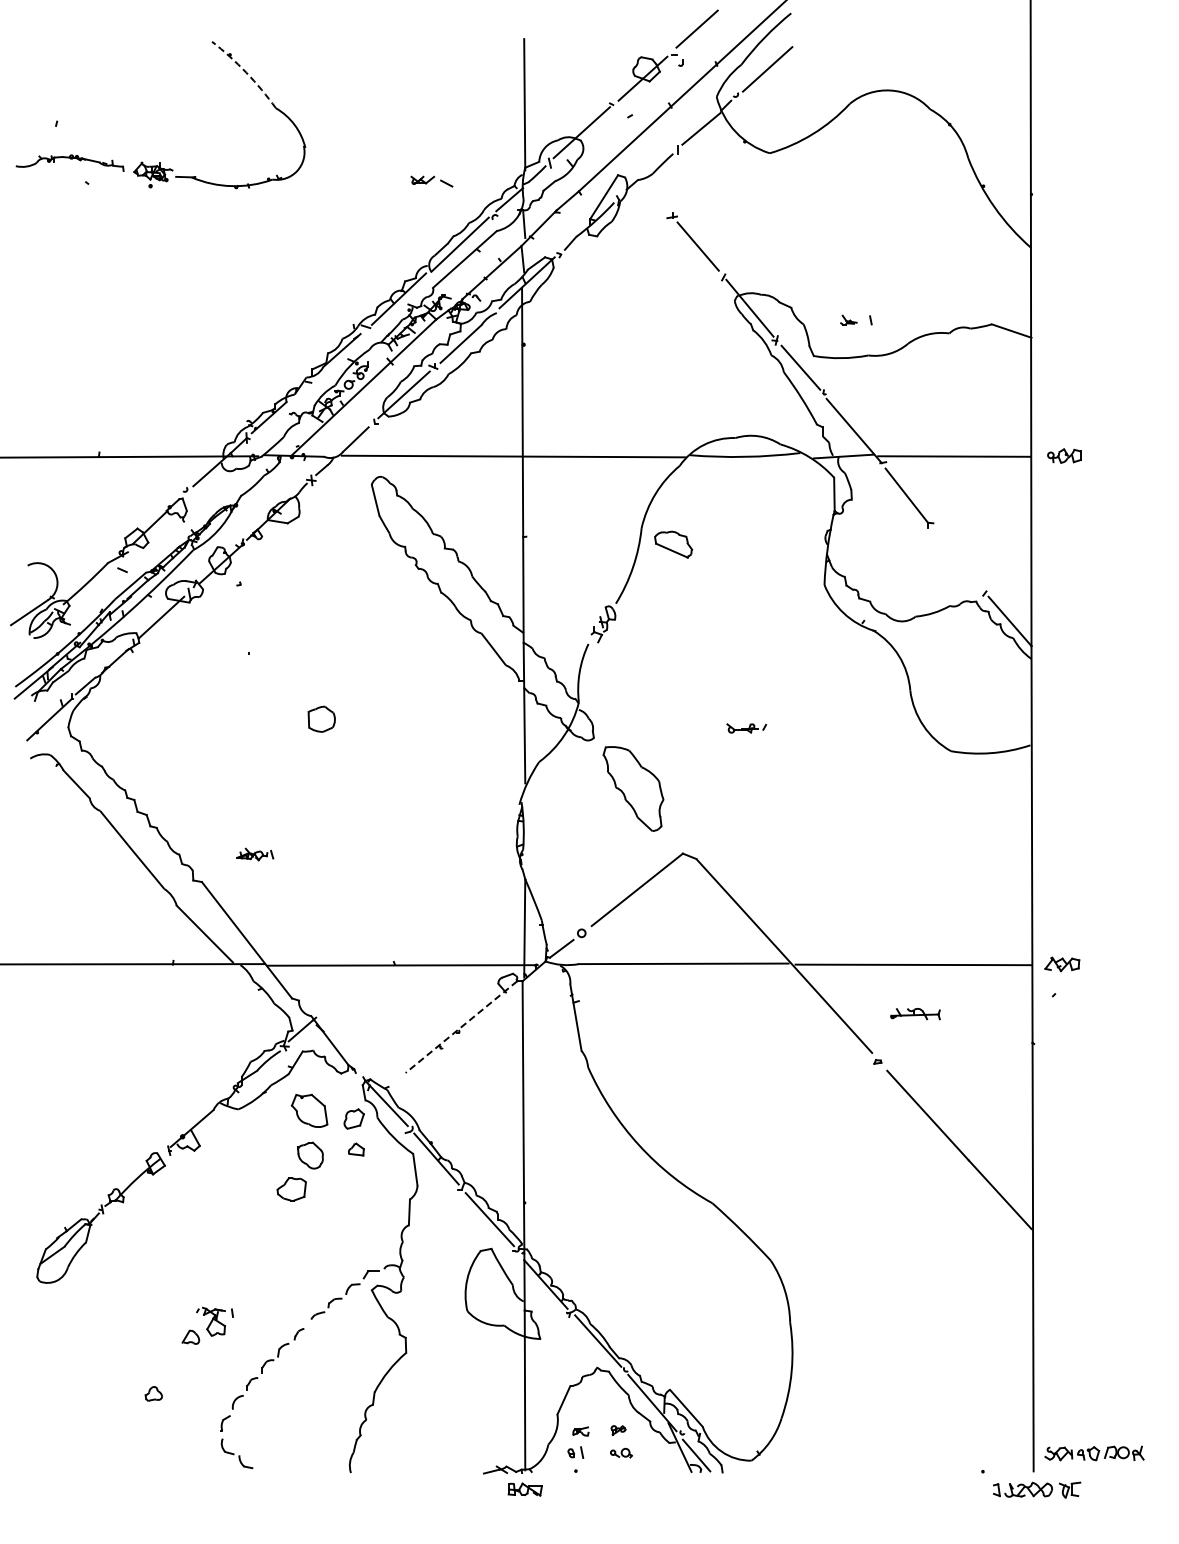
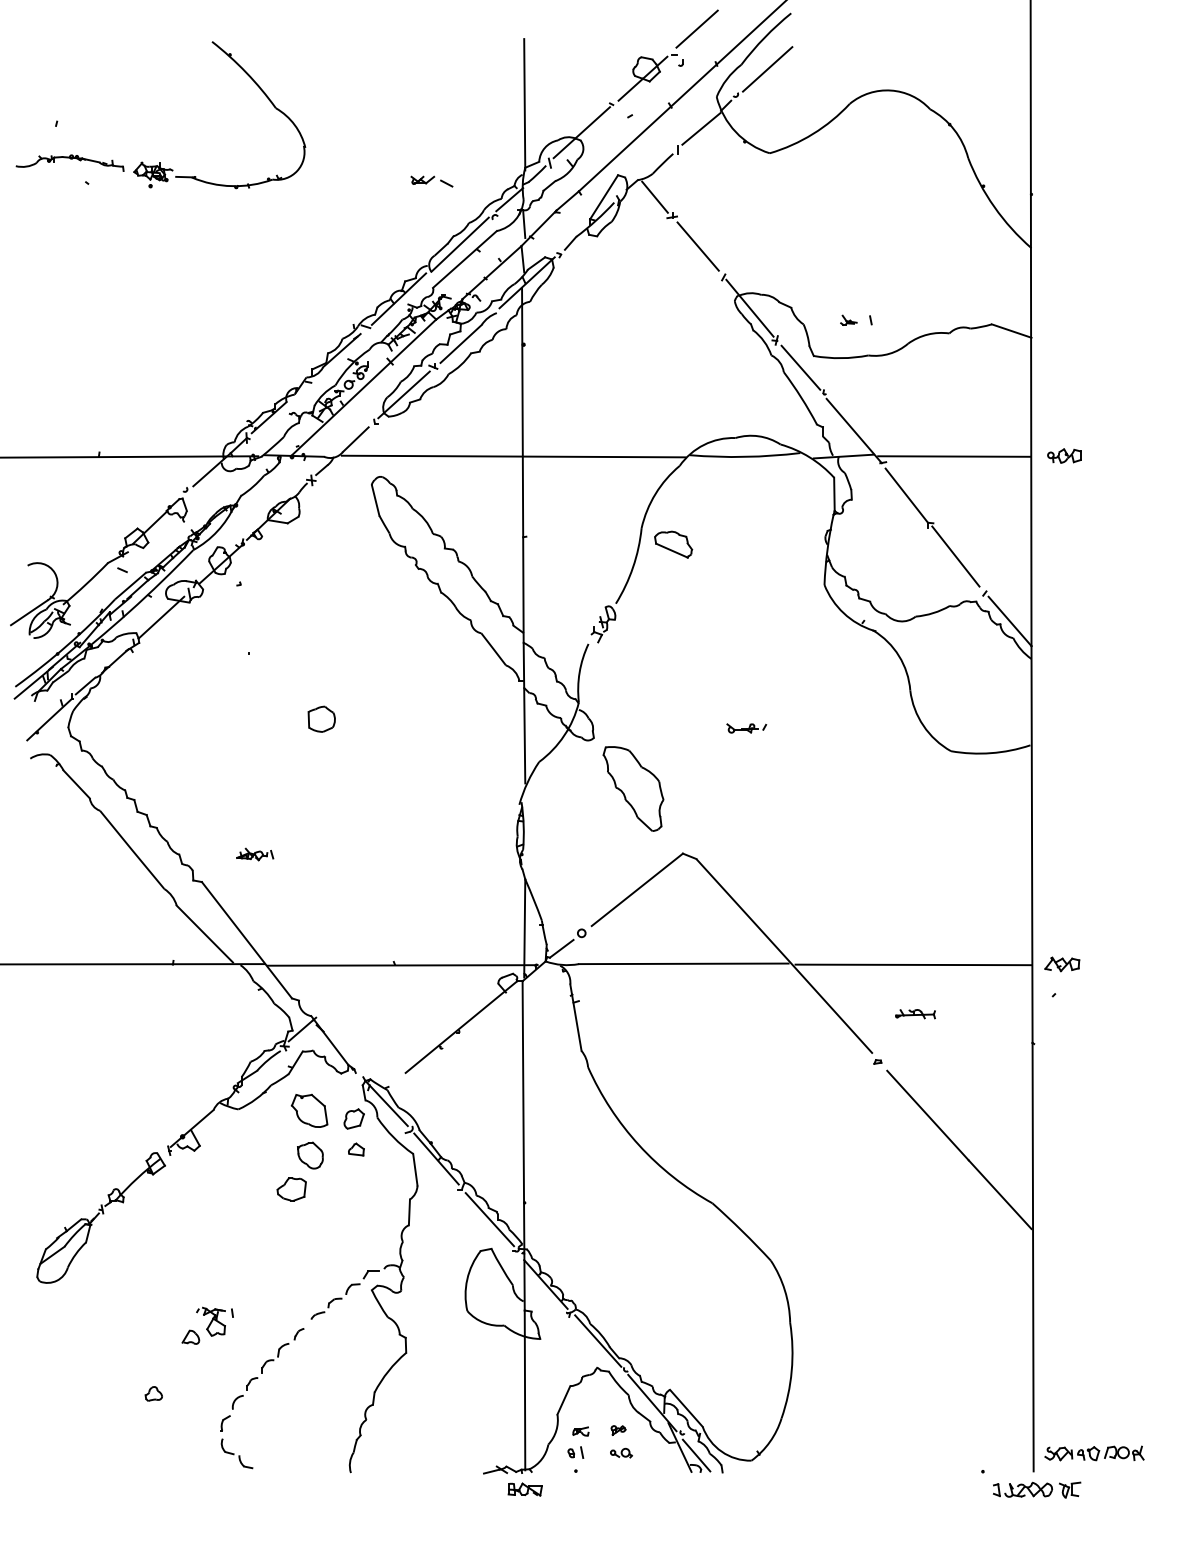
arc at (246, 72): dashed -> solid
line at (654, 196): none -> present
line at (955, 556): none -> present
part at (915, 1014) size: 51x13 px -> 41x11 px
line at (461, 1027): dashed -> solid
